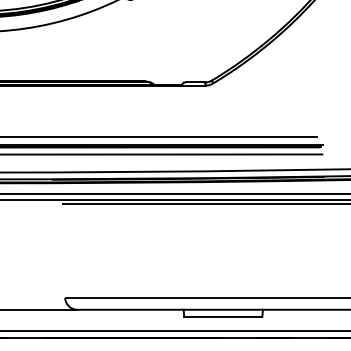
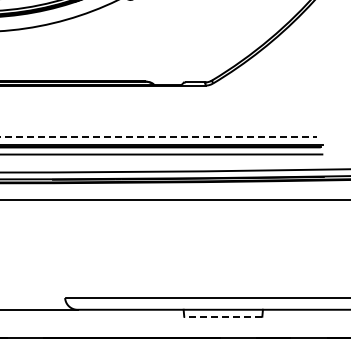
line at (158, 136): solid -> dashed
line at (174, 193): present -> none
line at (205, 203): present -> none
line at (222, 316): solid -> dashed
line at (174, 331): present -> none
